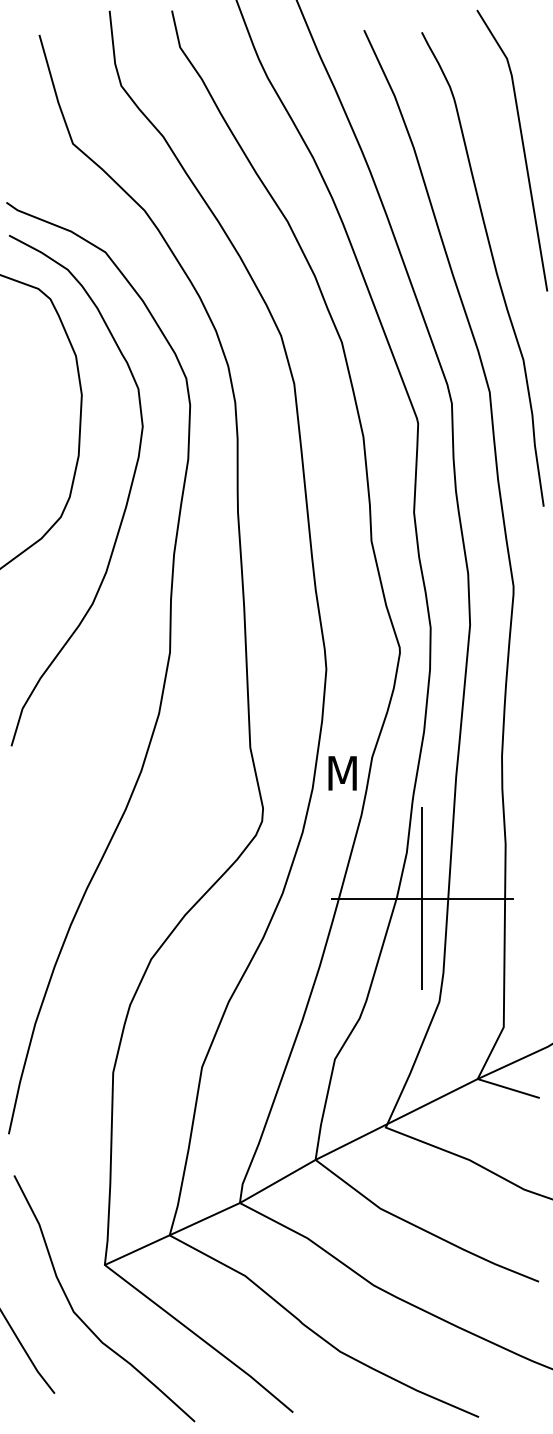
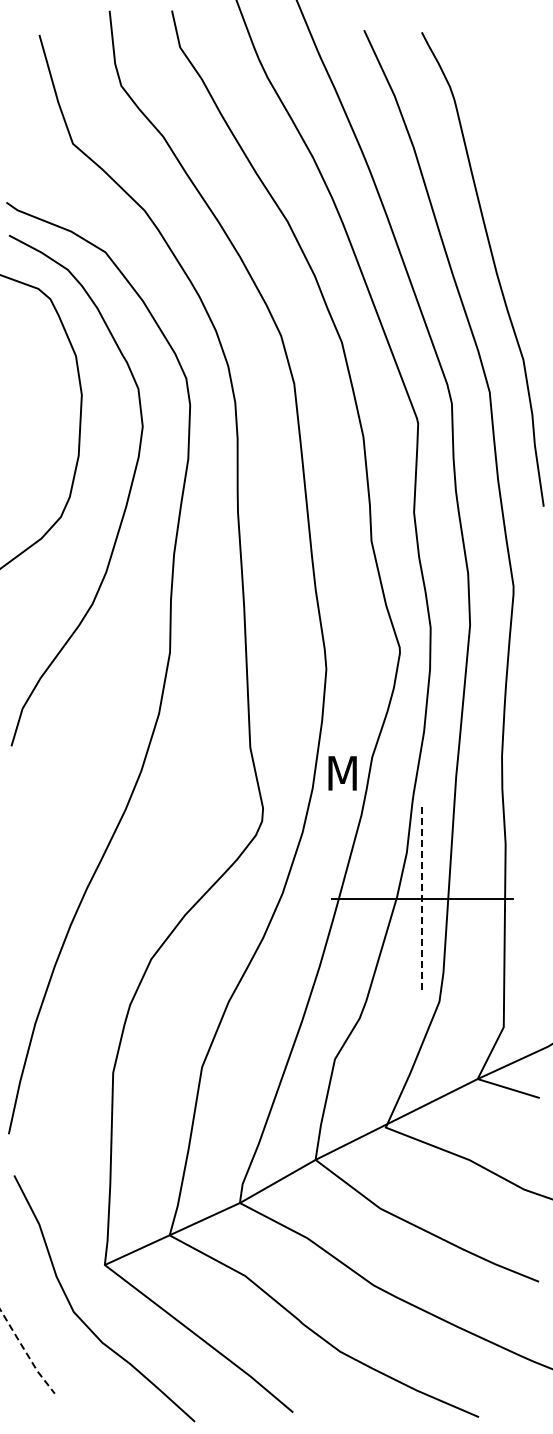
line at (522, 148): present -> none
line at (422, 898): solid -> dashed
line at (26, 1352): solid -> dashed
